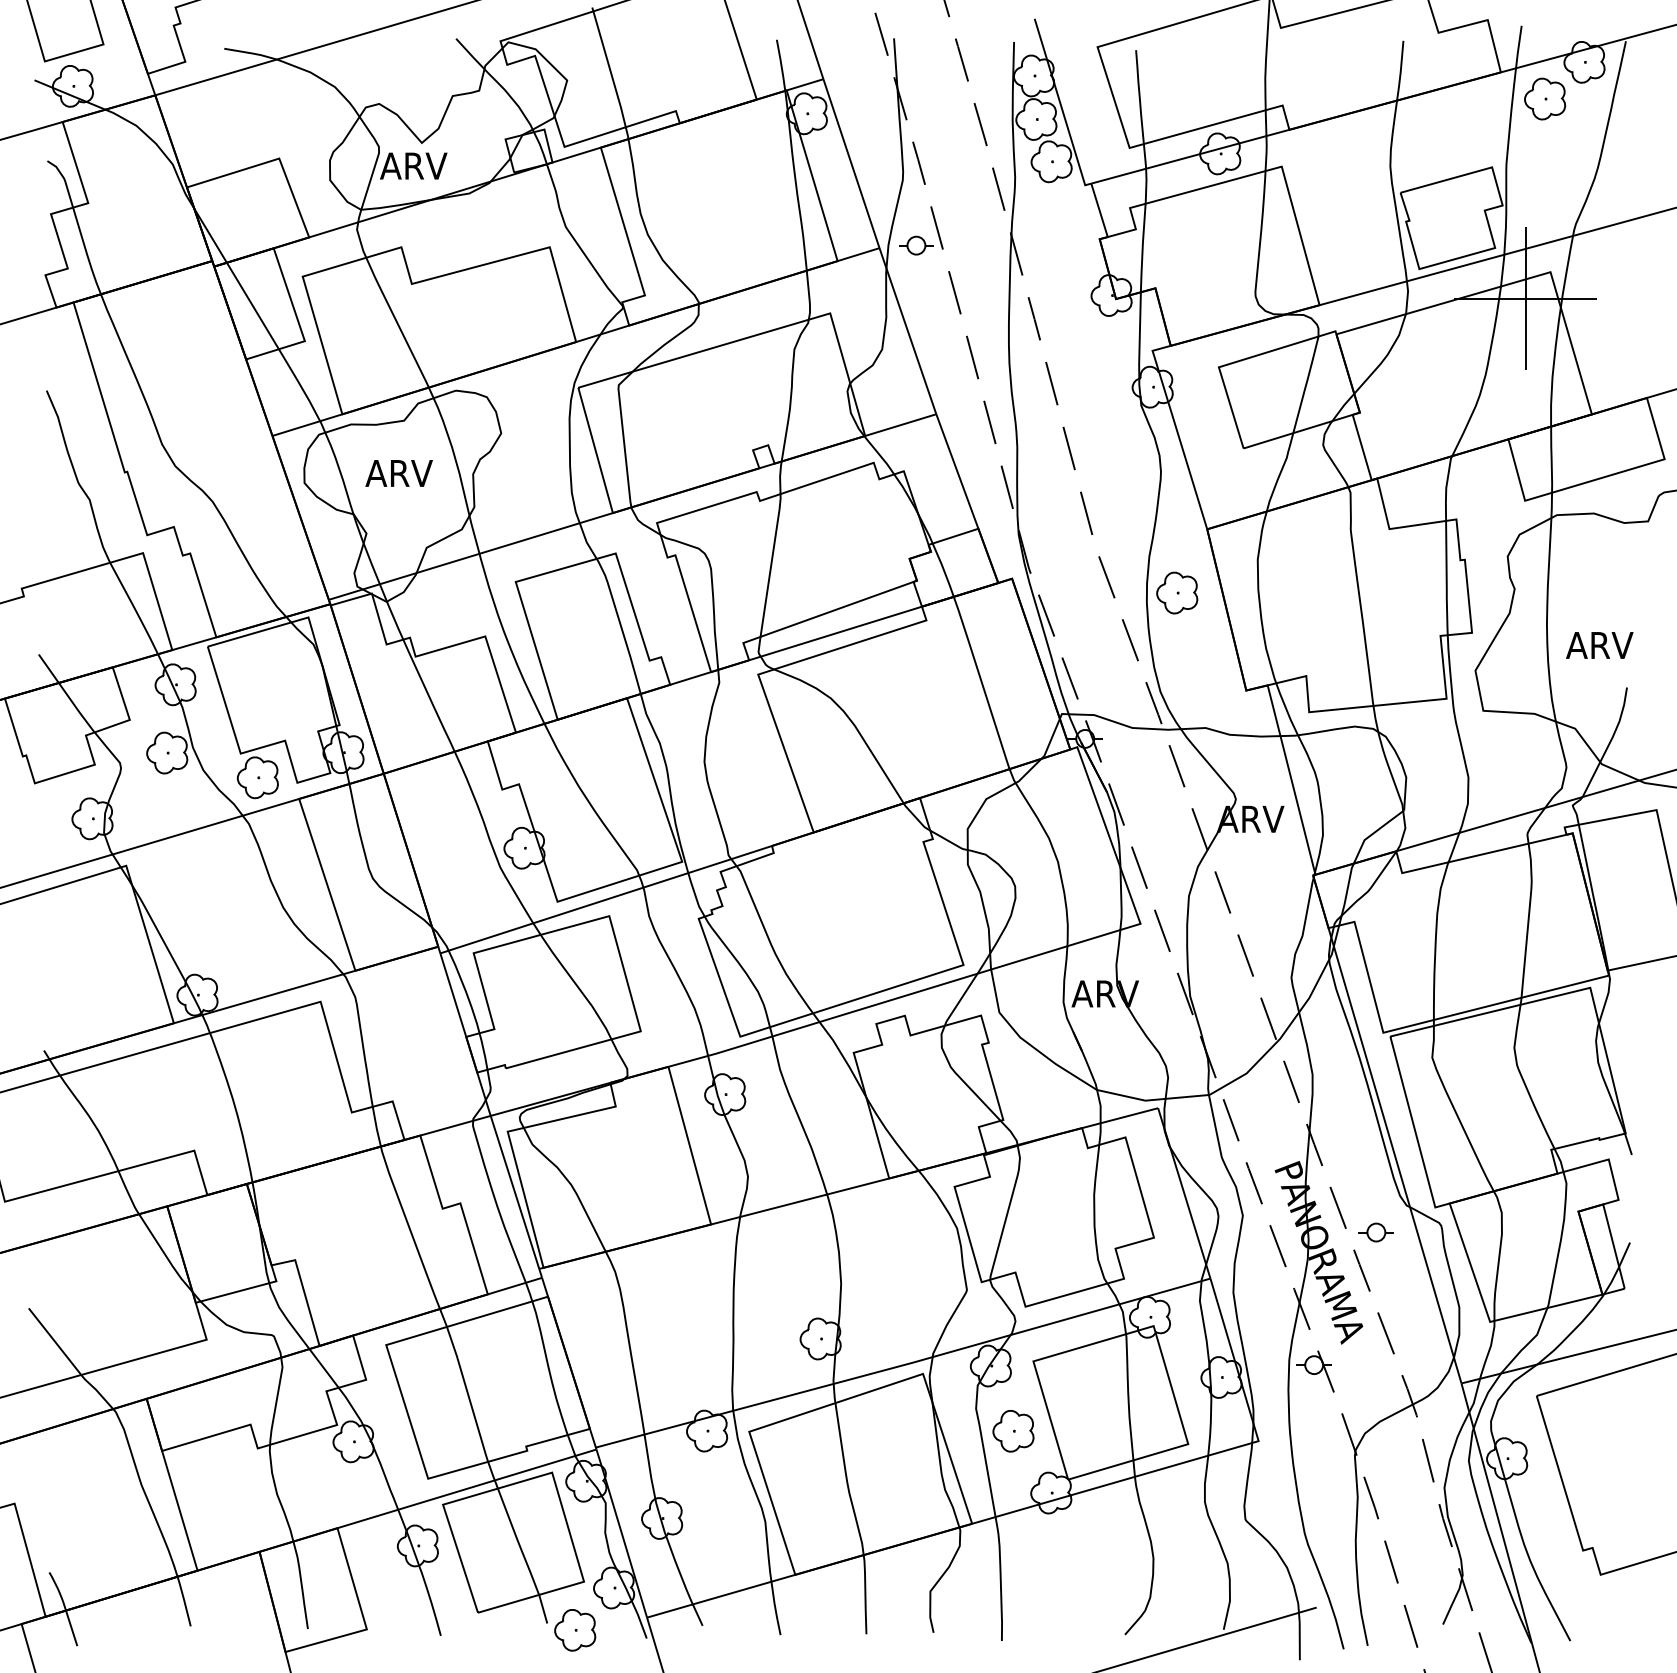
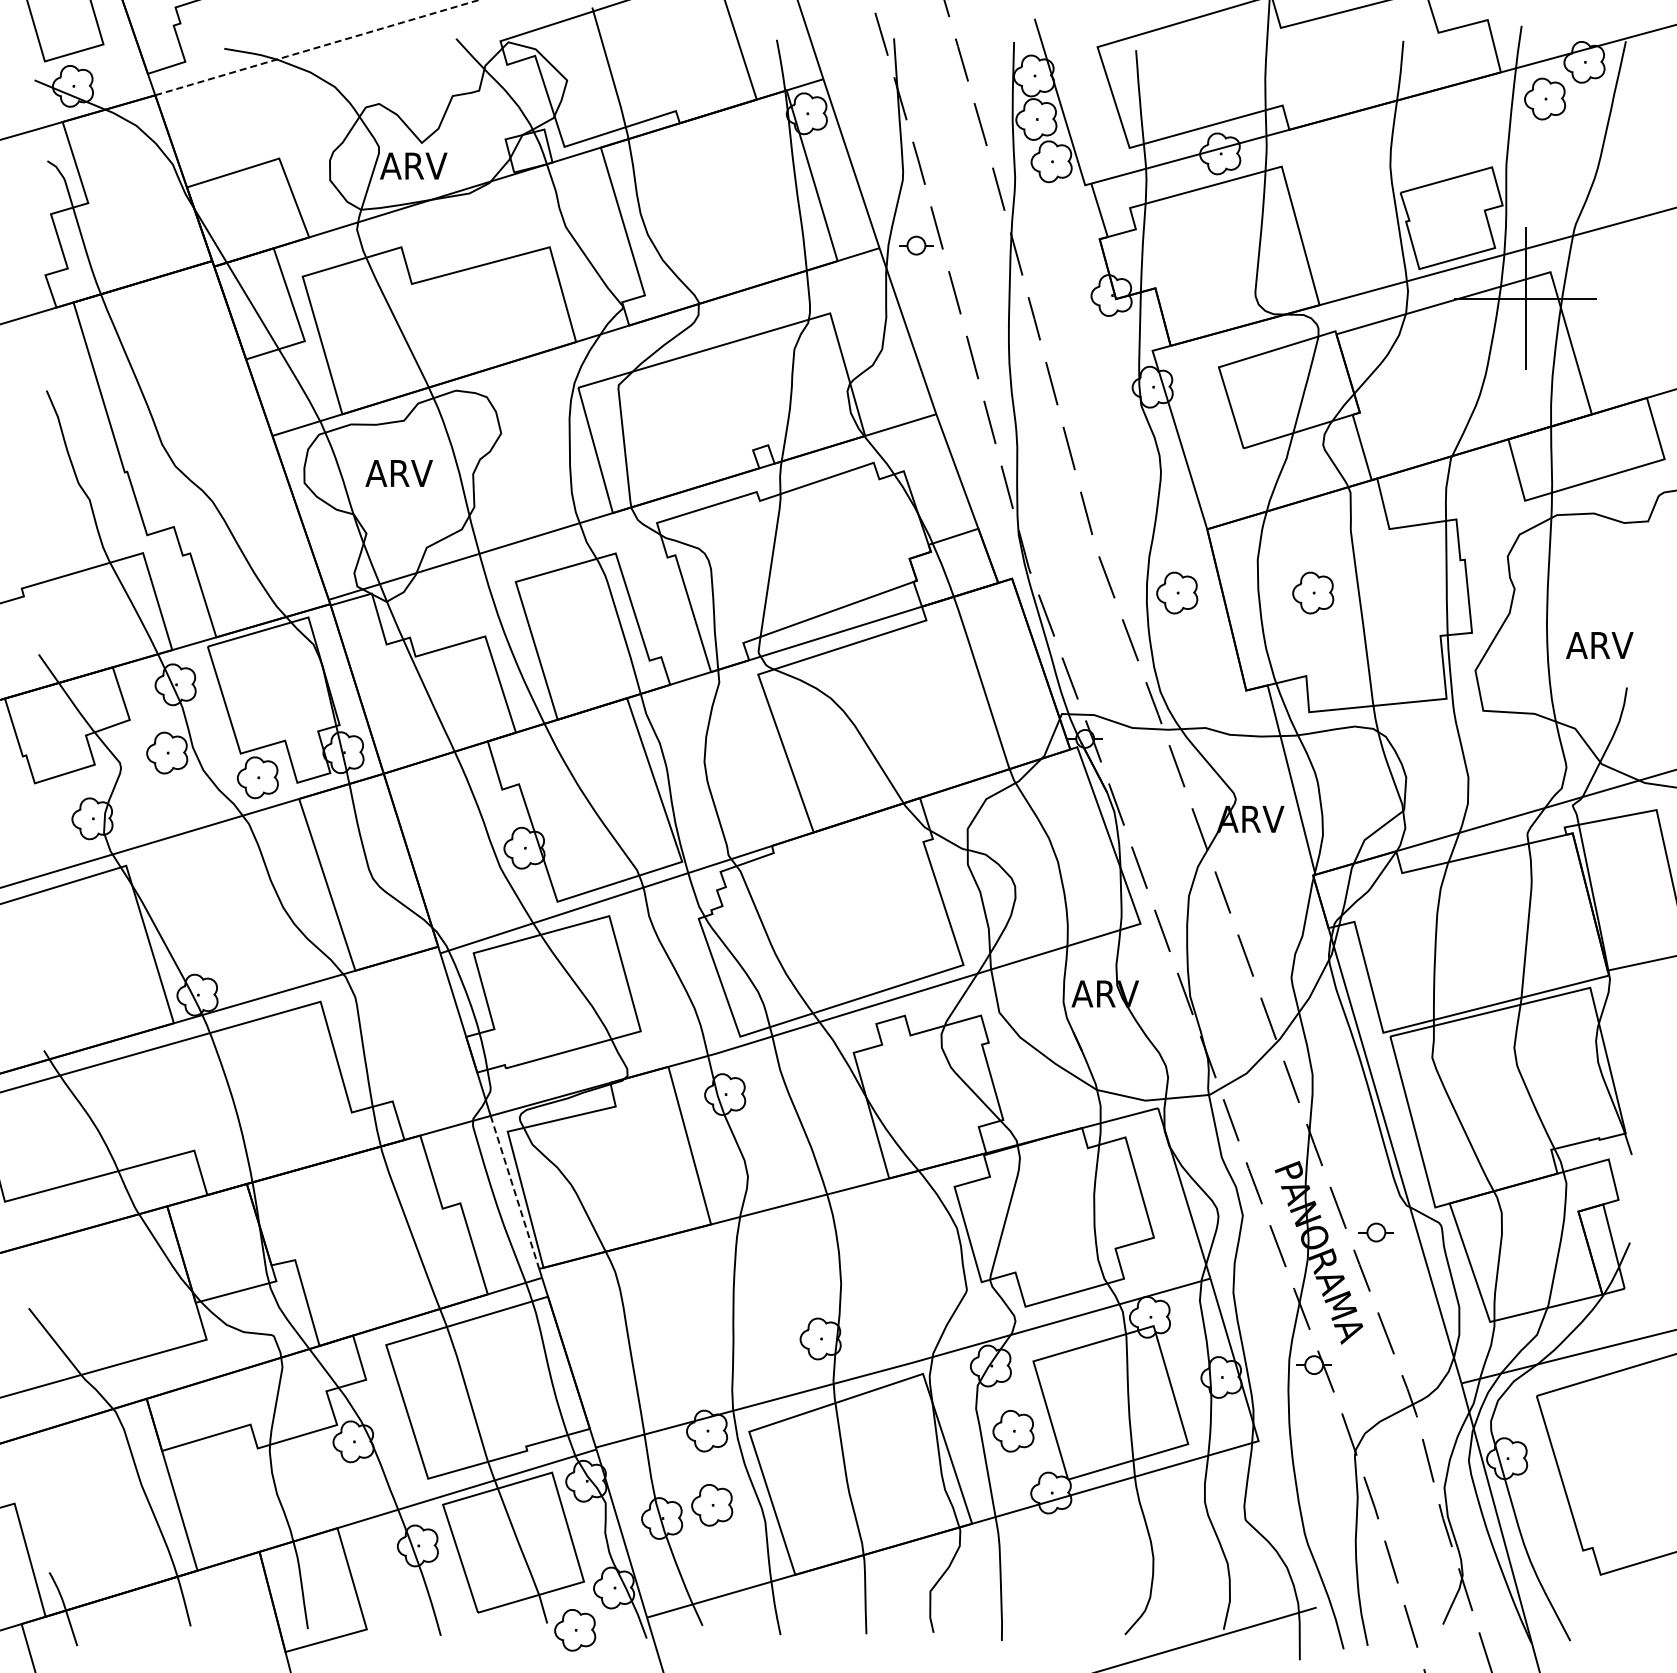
line at (317, 47): solid -> dashed
part at (1313, 592): none -> present
line at (515, 1192): solid -> dashed
part at (712, 1505): none -> present
